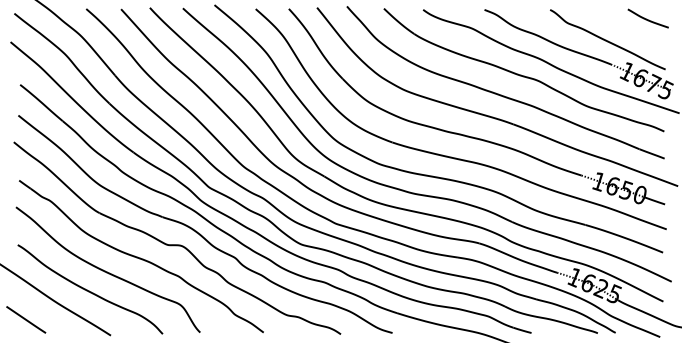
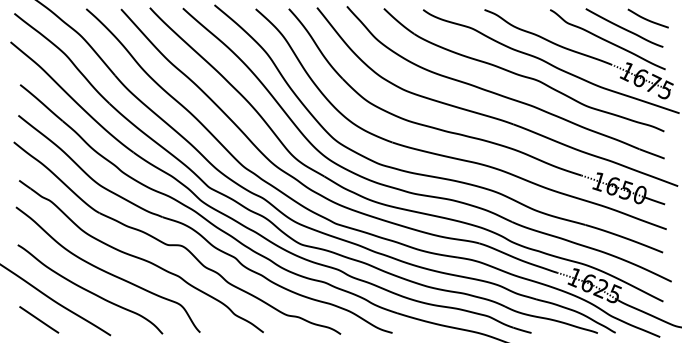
curve at (623, 27): none -> present
line at (26, 319) position: (26, 319) -> (39, 319)
